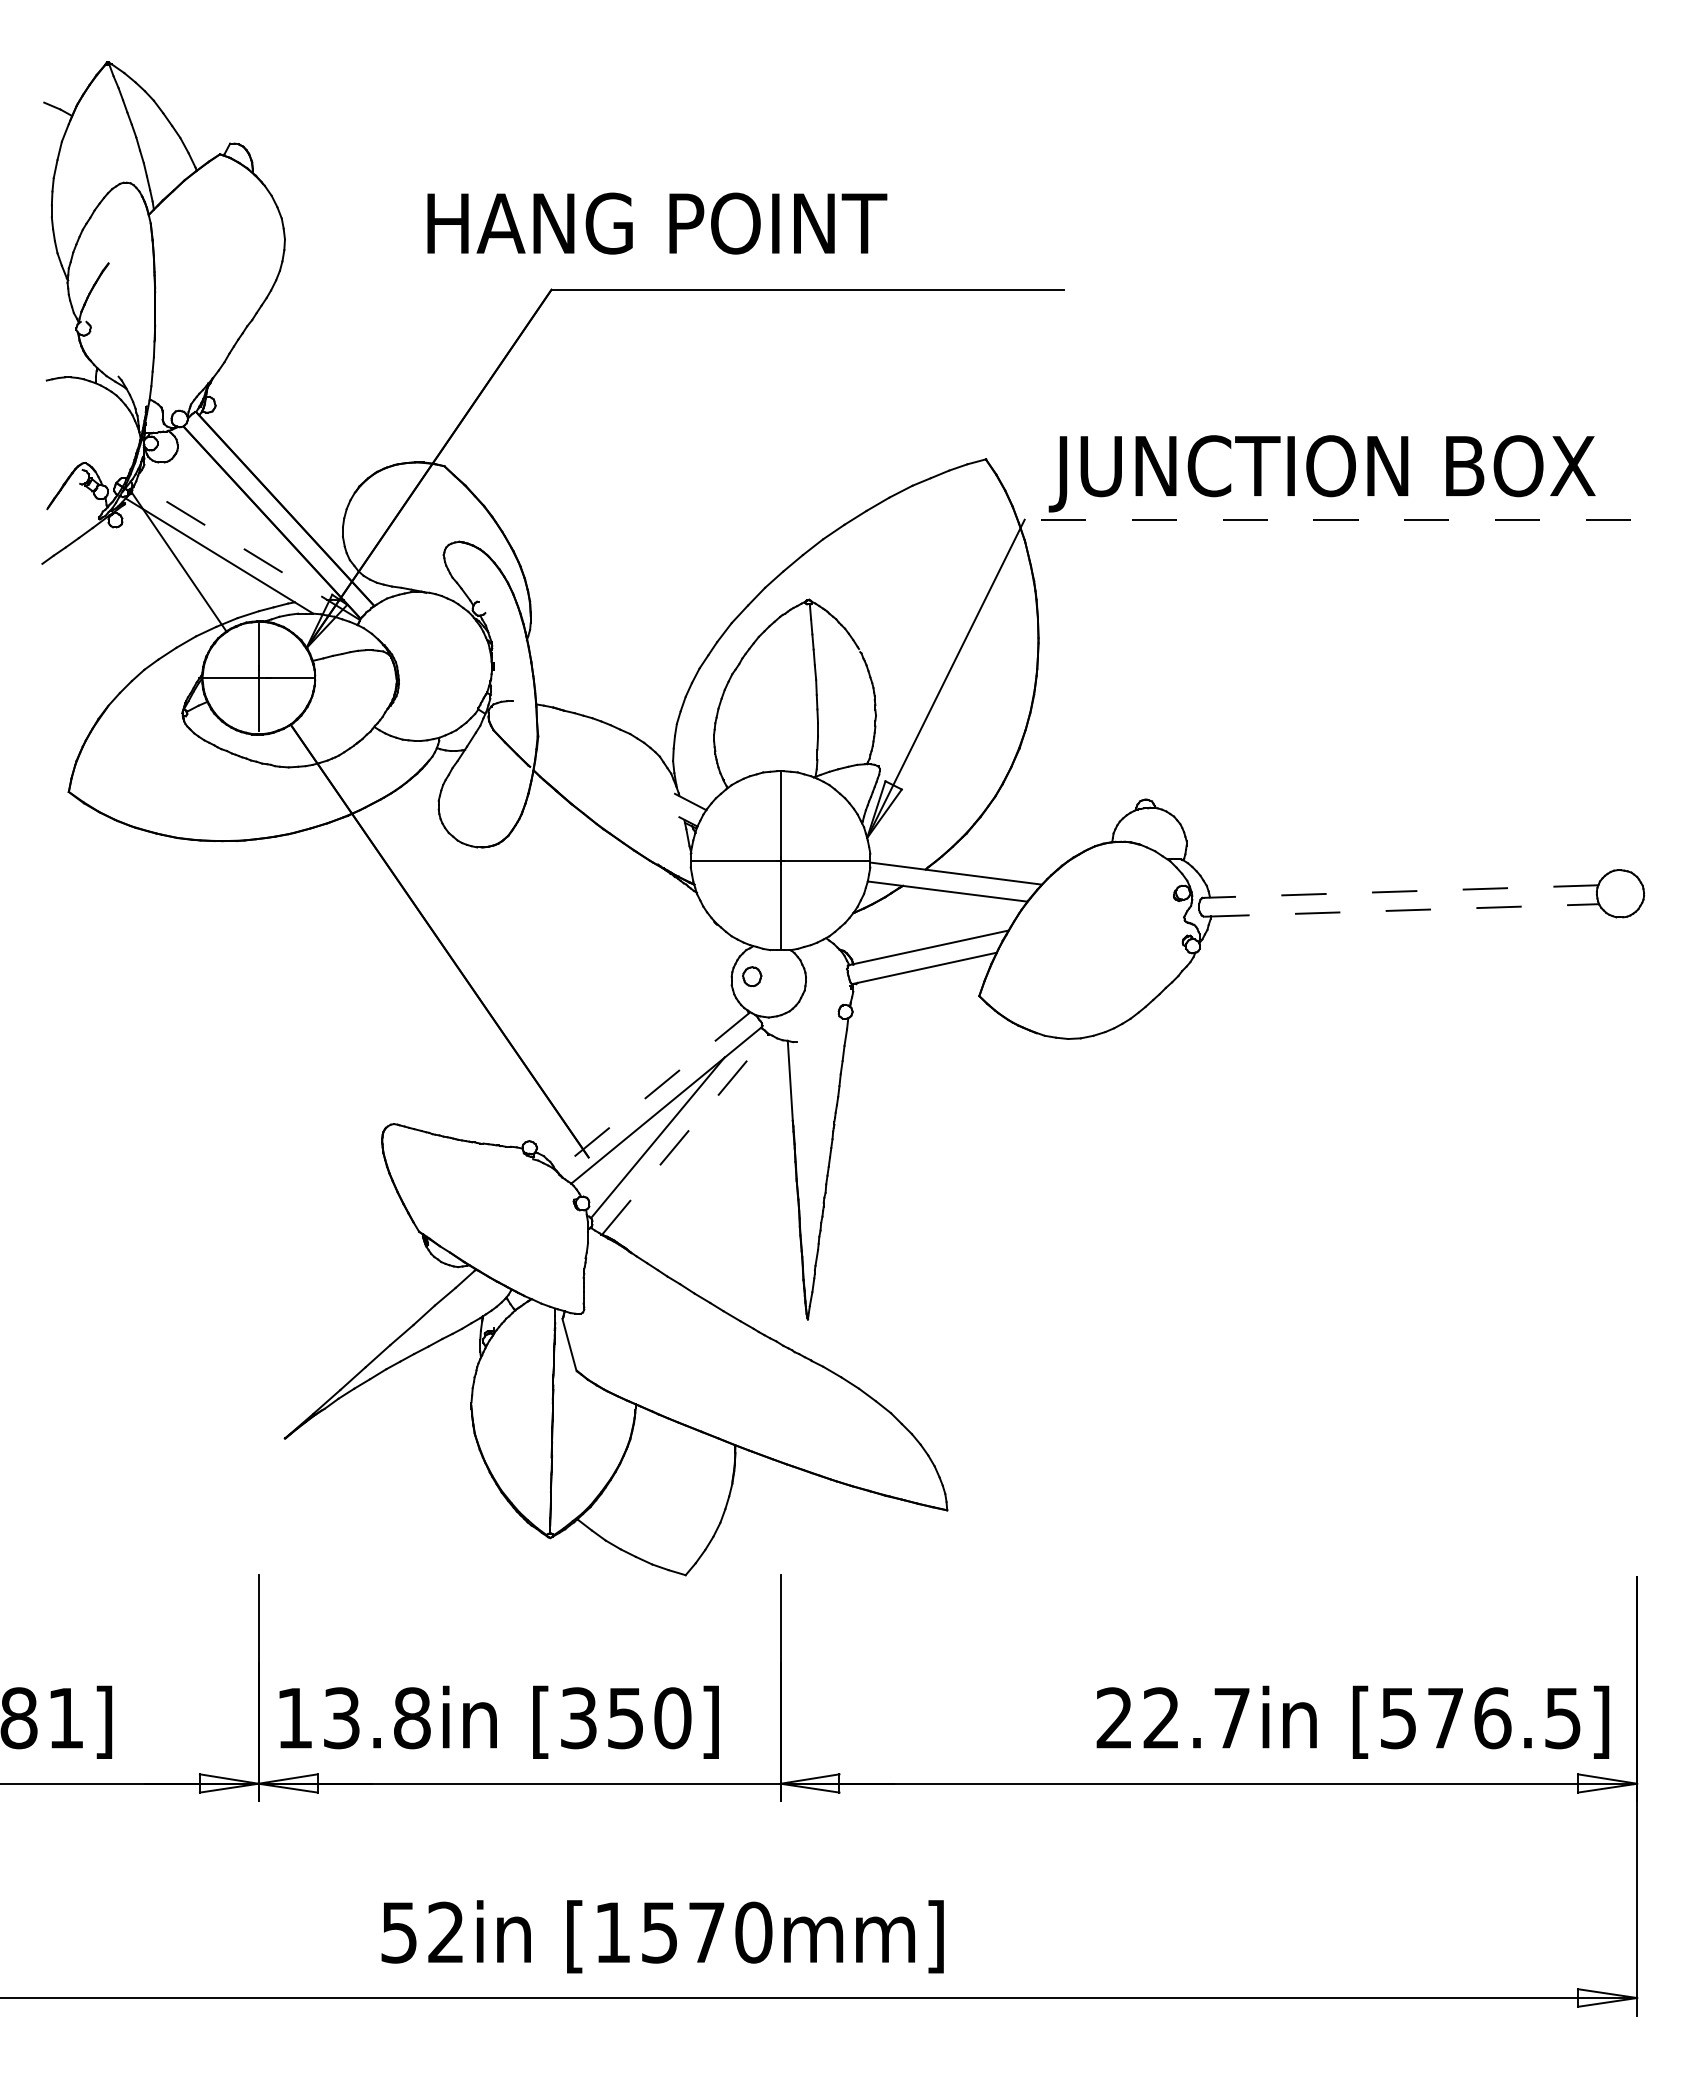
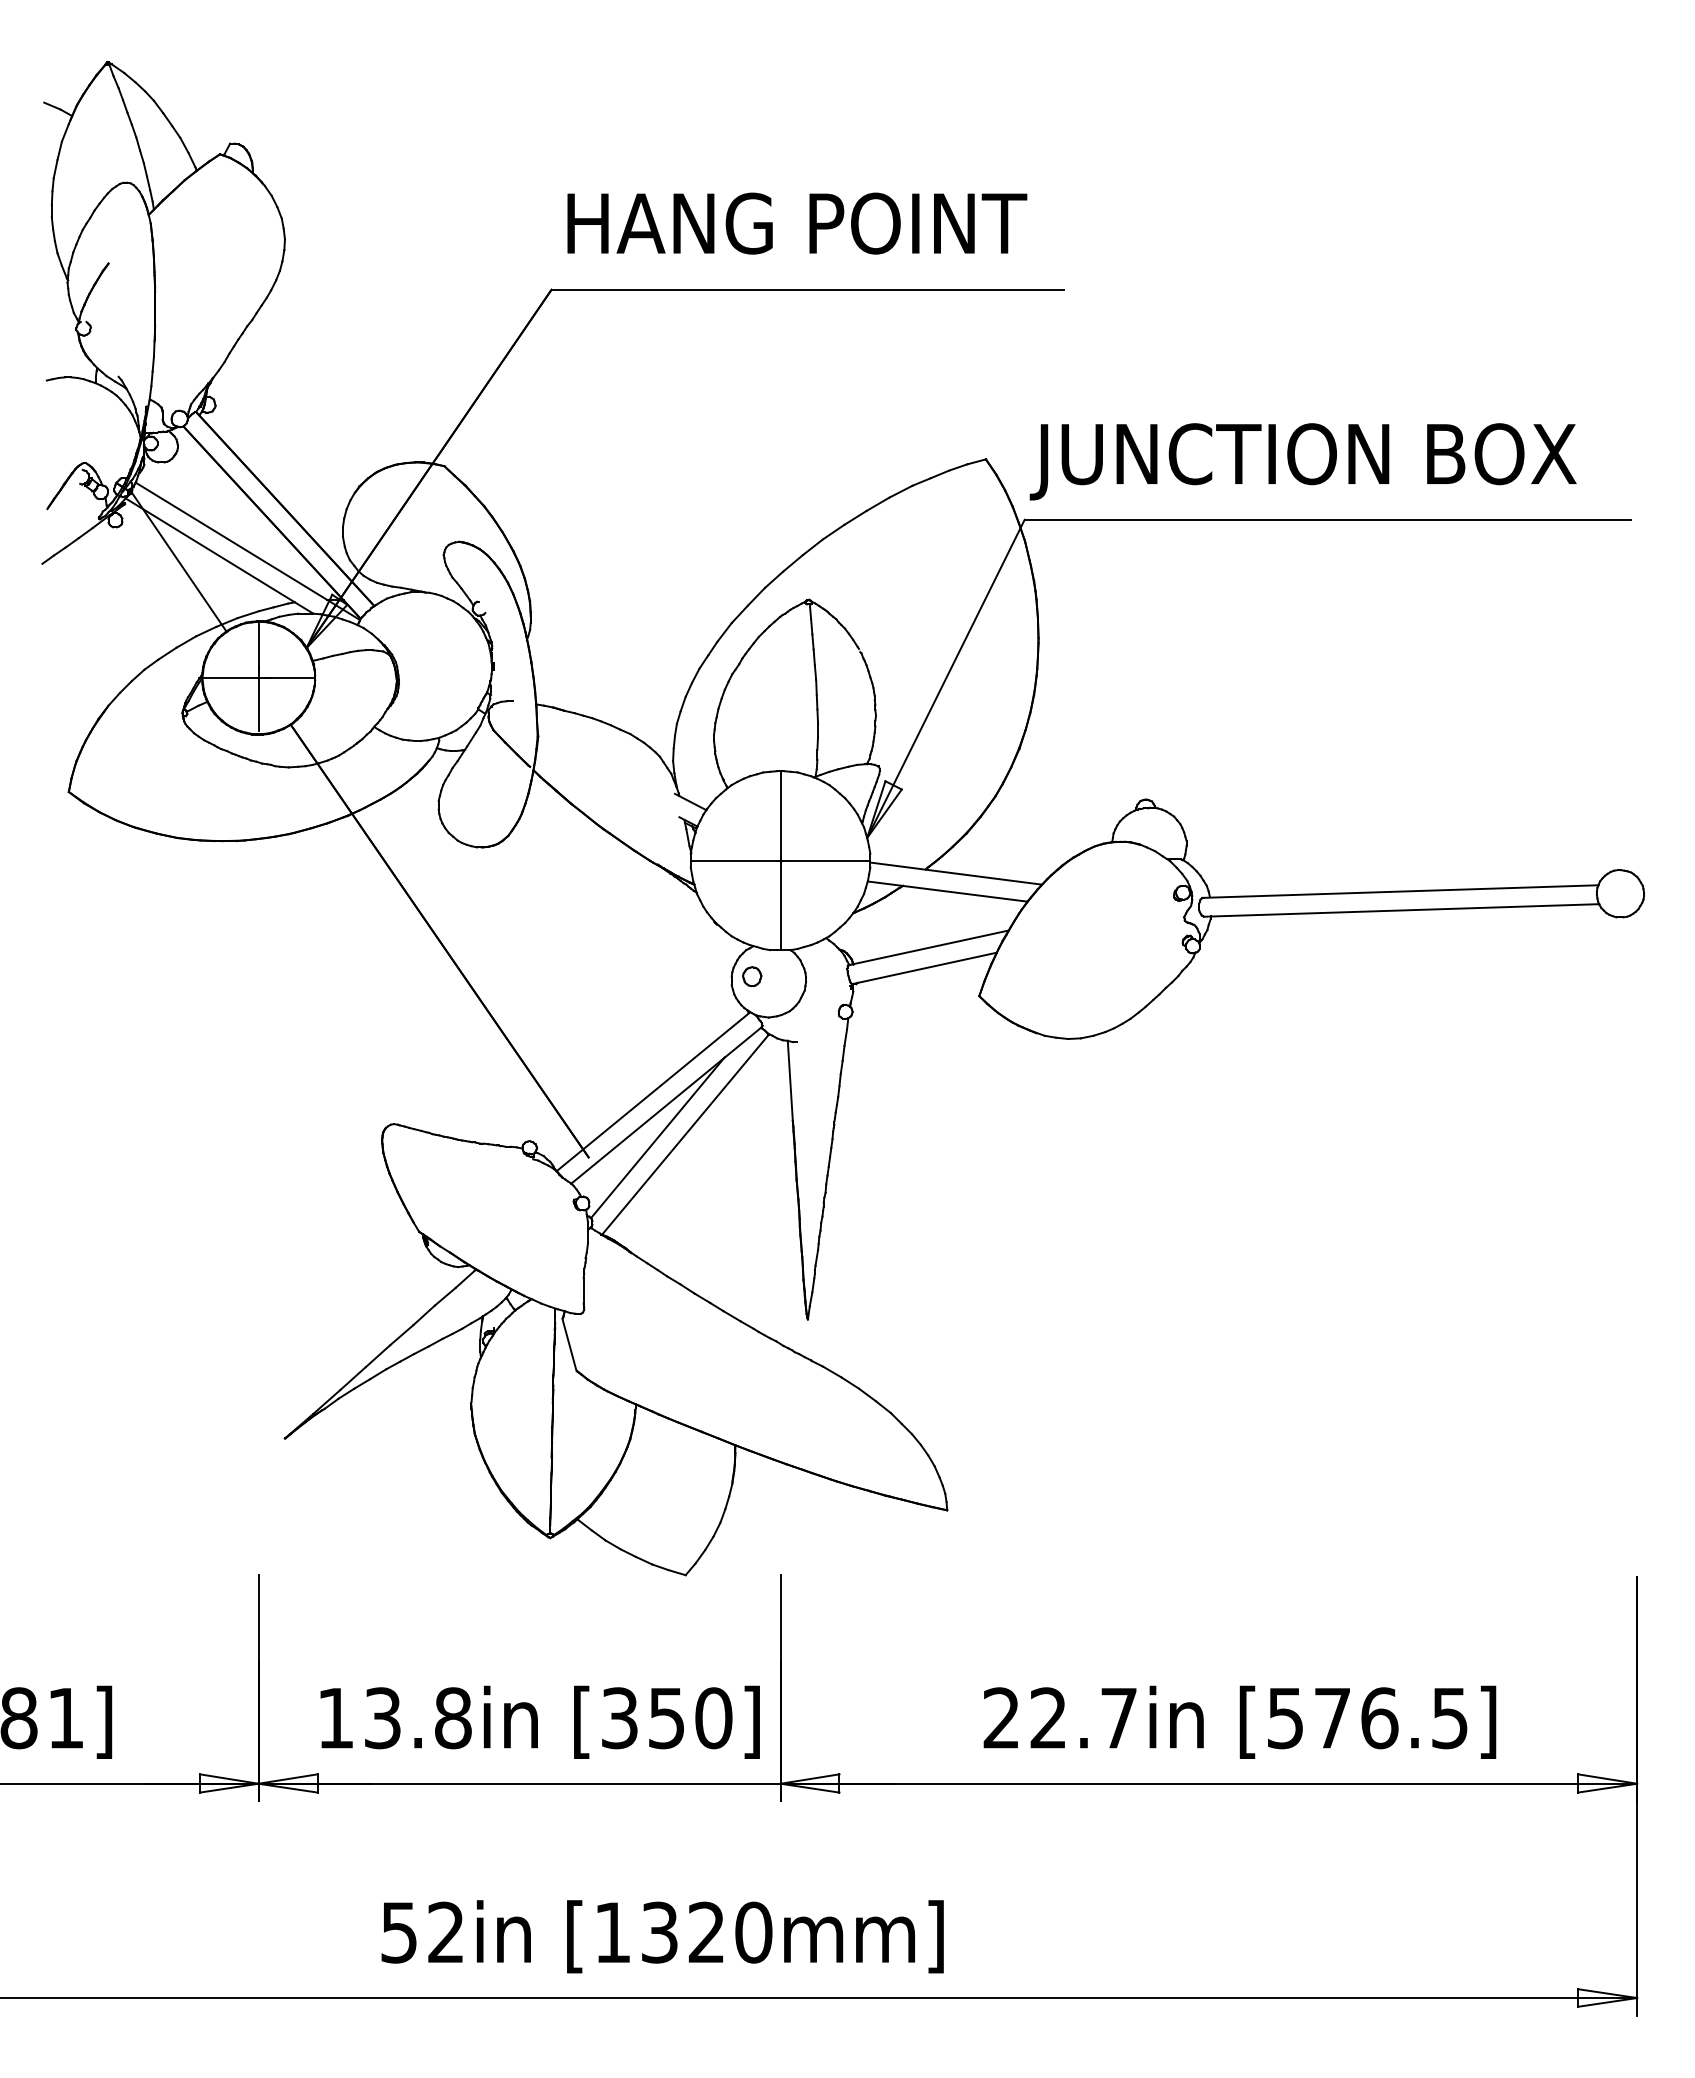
text at (657, 223) position: (657, 223) -> (797, 223)
text at (1321, 473) position: (1321, 473) -> (1302, 461)
line at (1327, 519): dashed -> solid
line at (247, 551): dashed -> solid
line at (1401, 891): dashed -> solid
line at (1401, 910): dashed -> solid
line at (652, 1092): dashed -> solid
line at (685, 1134): dashed -> solid
text at (498, 1721) position: (498, 1721) -> (539, 1721)
text at (1352, 1721) position: (1352, 1721) -> (1239, 1721)
text at (683, 1932): [1570mm] -> [1320mm]
